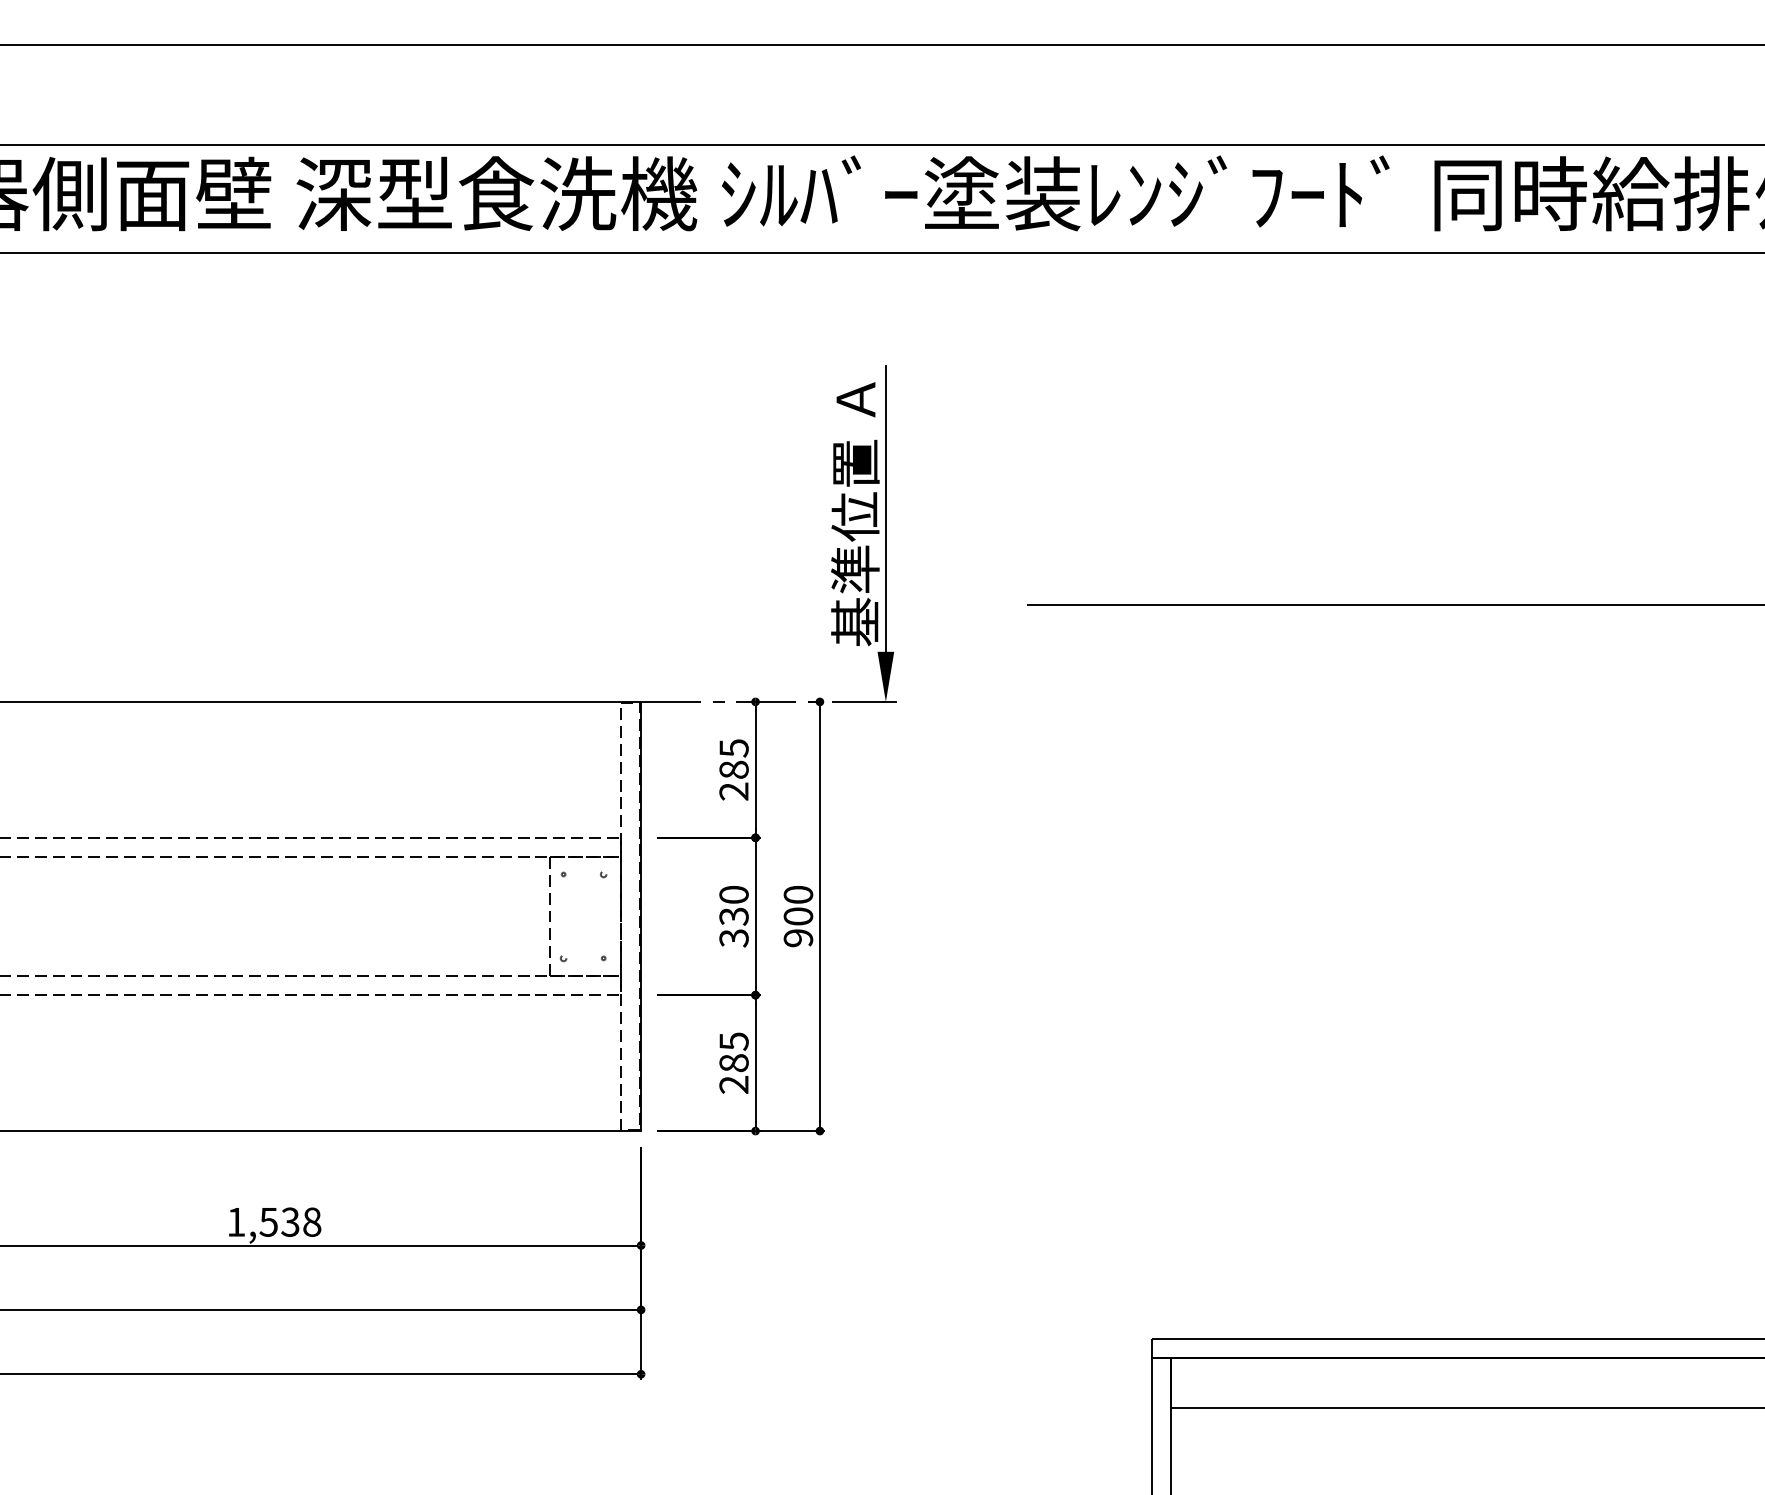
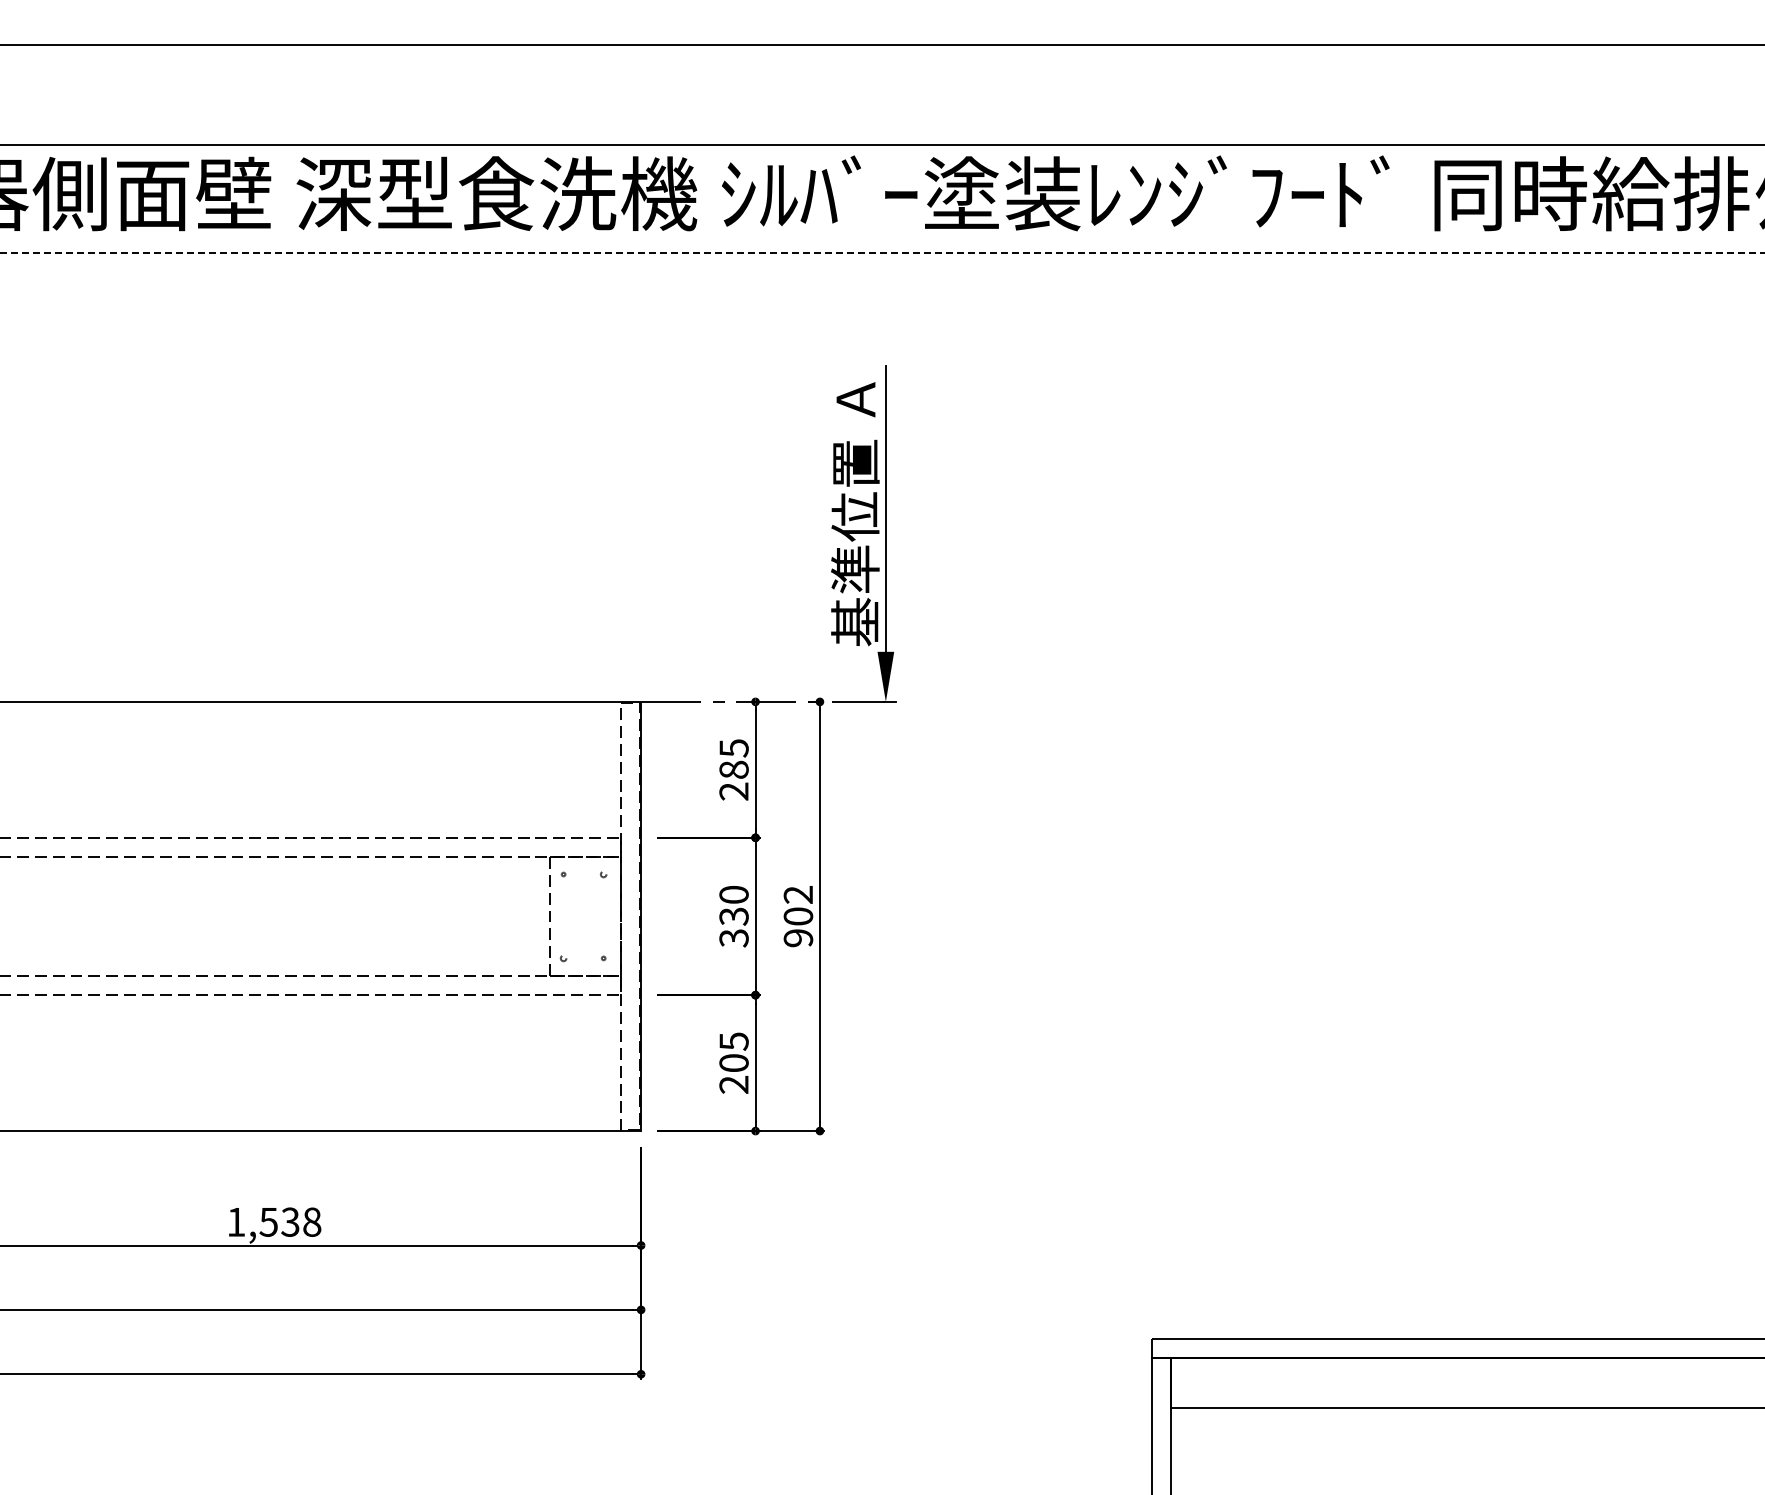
line at (883, 253): solid -> dashed
line at (1394, 604): present -> none
text at (798, 894): 900 -> 902
text at (733, 1063): 285 -> 205
